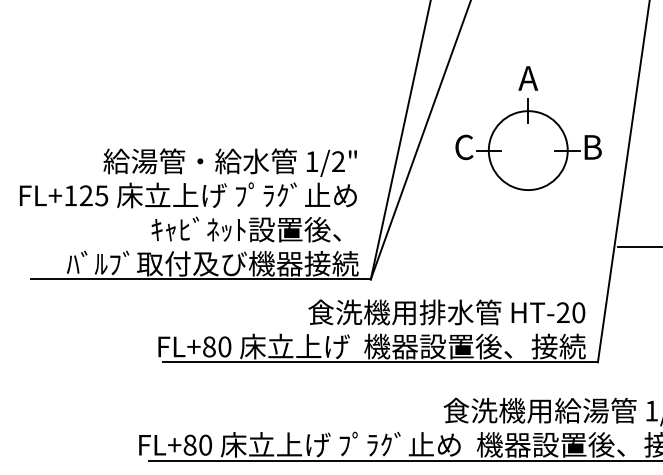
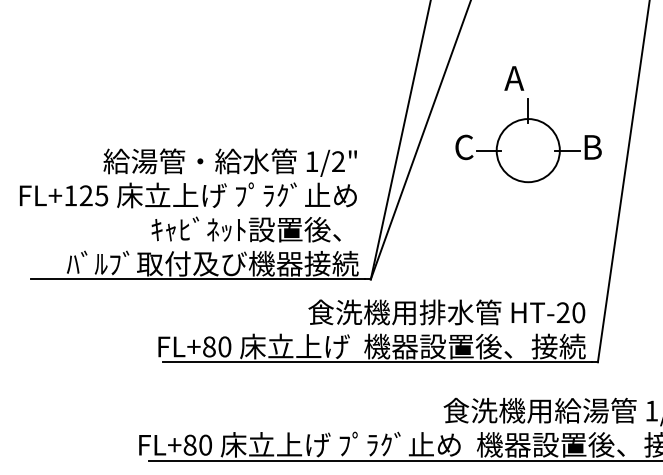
text at (528, 78) position: (528, 78) -> (514, 78)
circle at (527, 150) diameter: 79 px -> 63 px
line at (638, 246): present -> none
